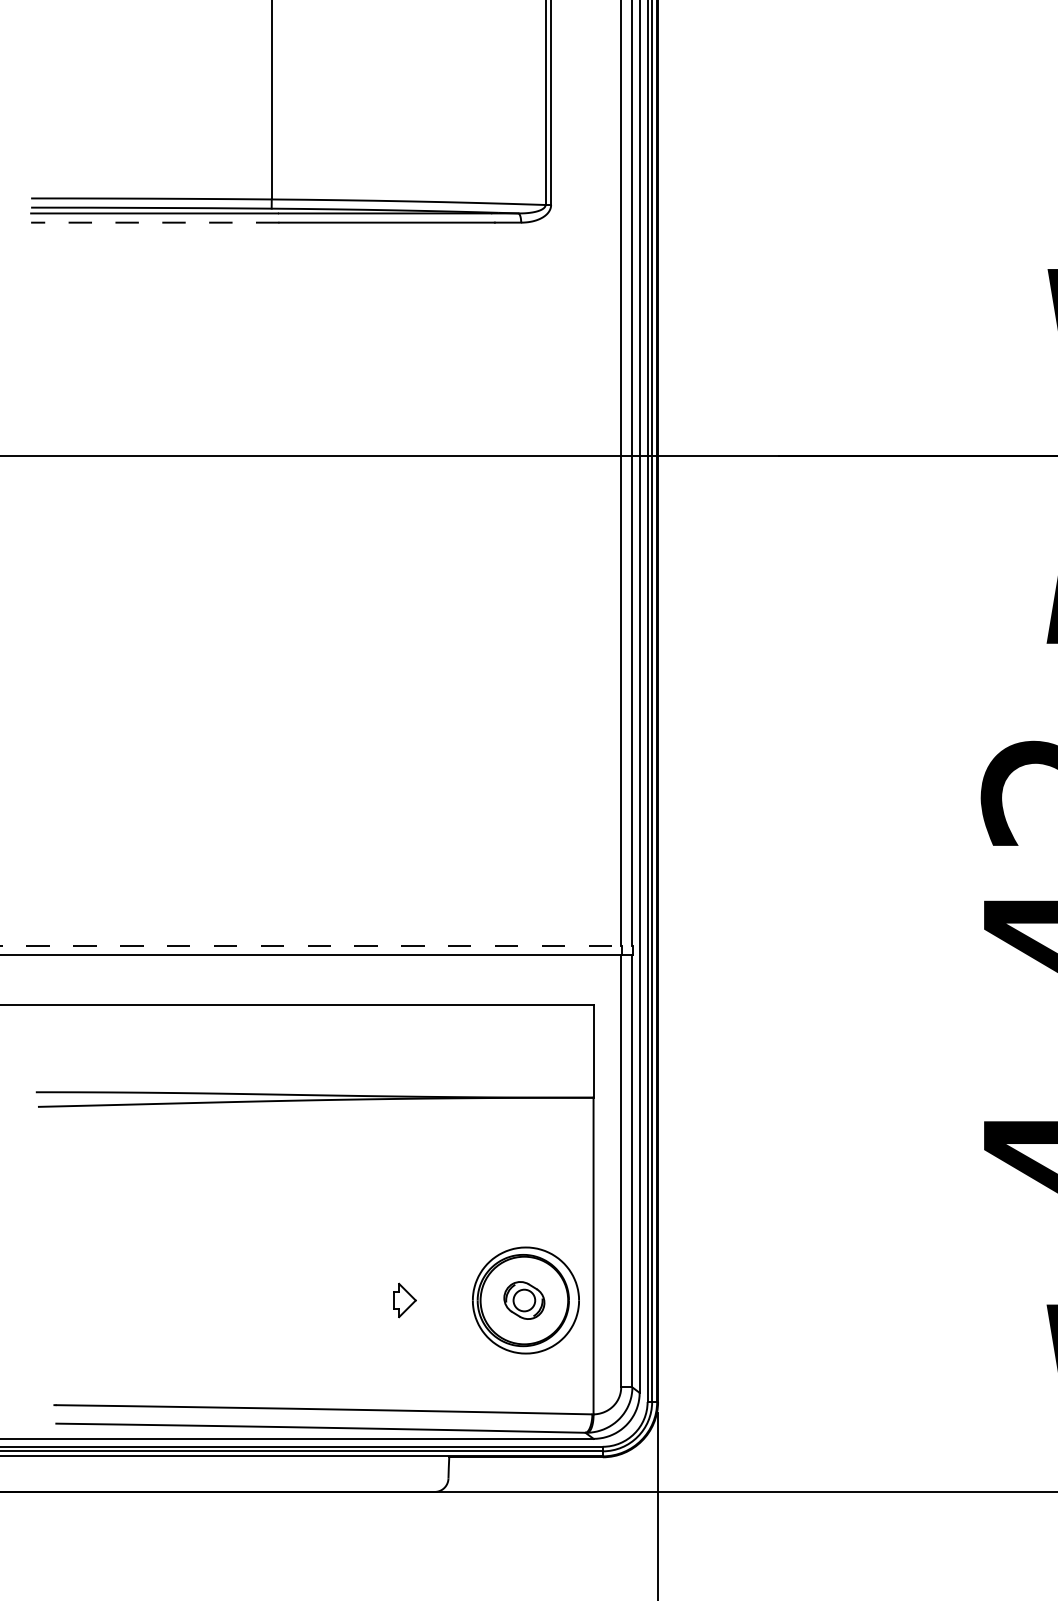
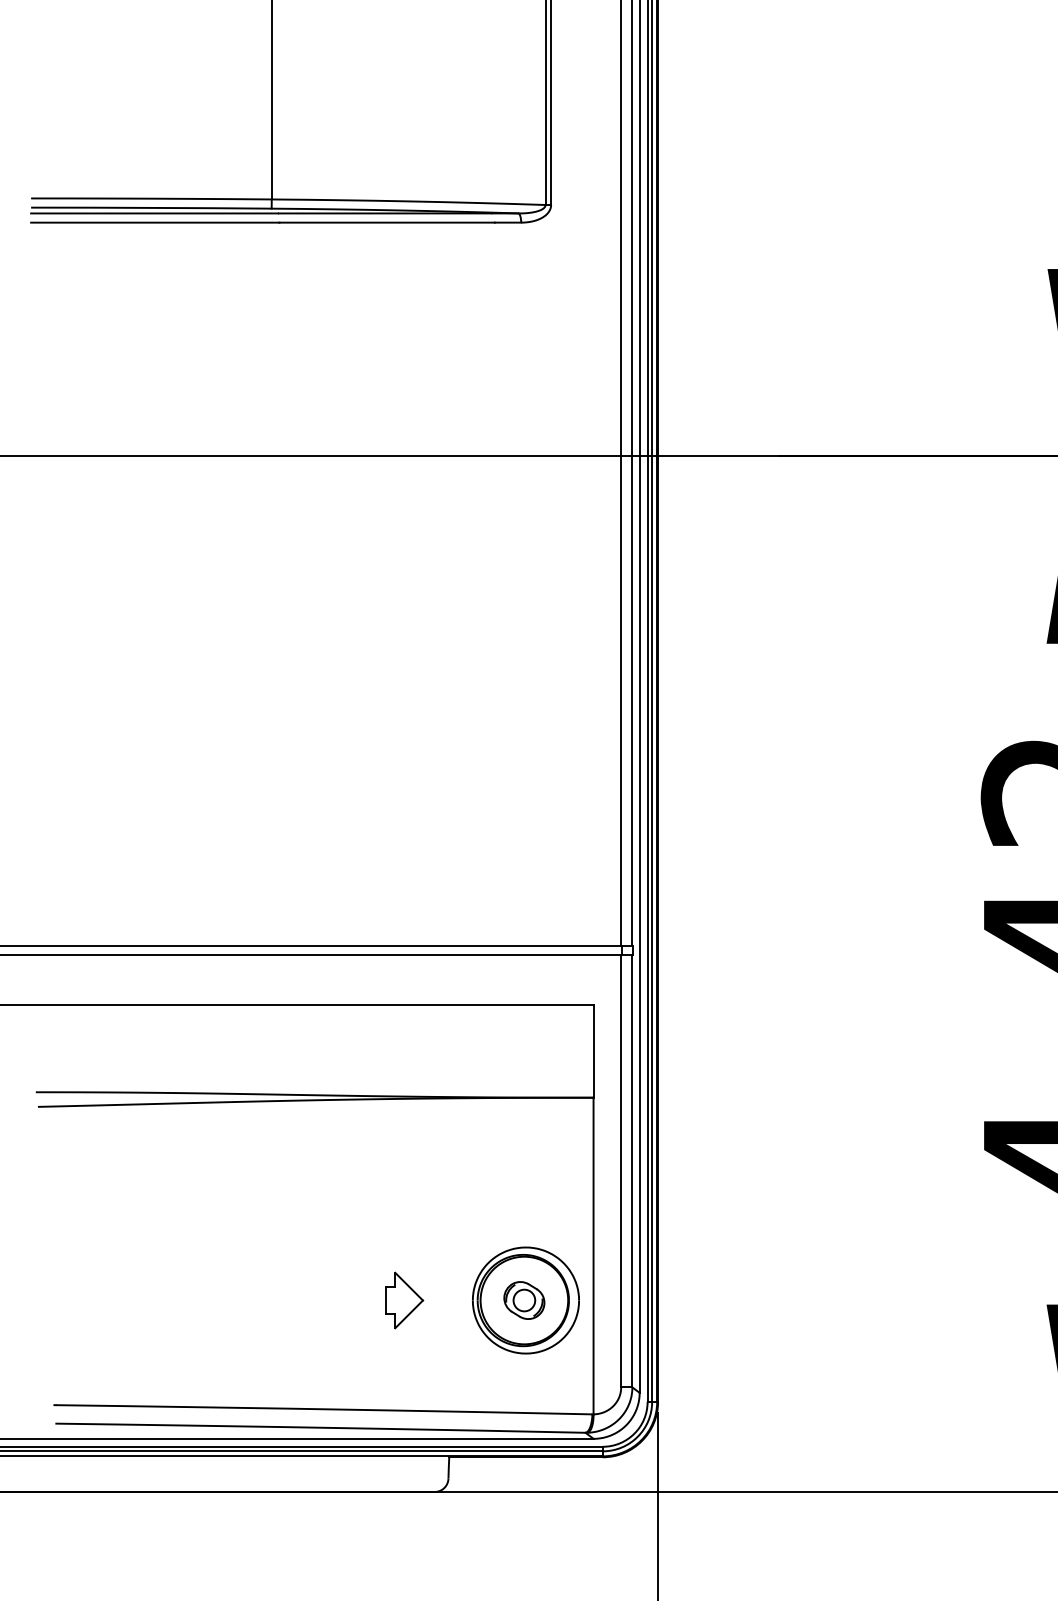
line at (154, 222): dashed -> solid
line at (316, 945): dashed -> solid
part at (404, 1300) size: 24x37 px -> 40x59 px
